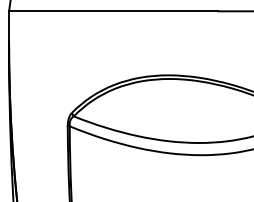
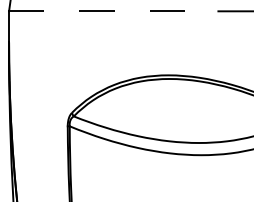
line at (113, 11): solid -> dashed
